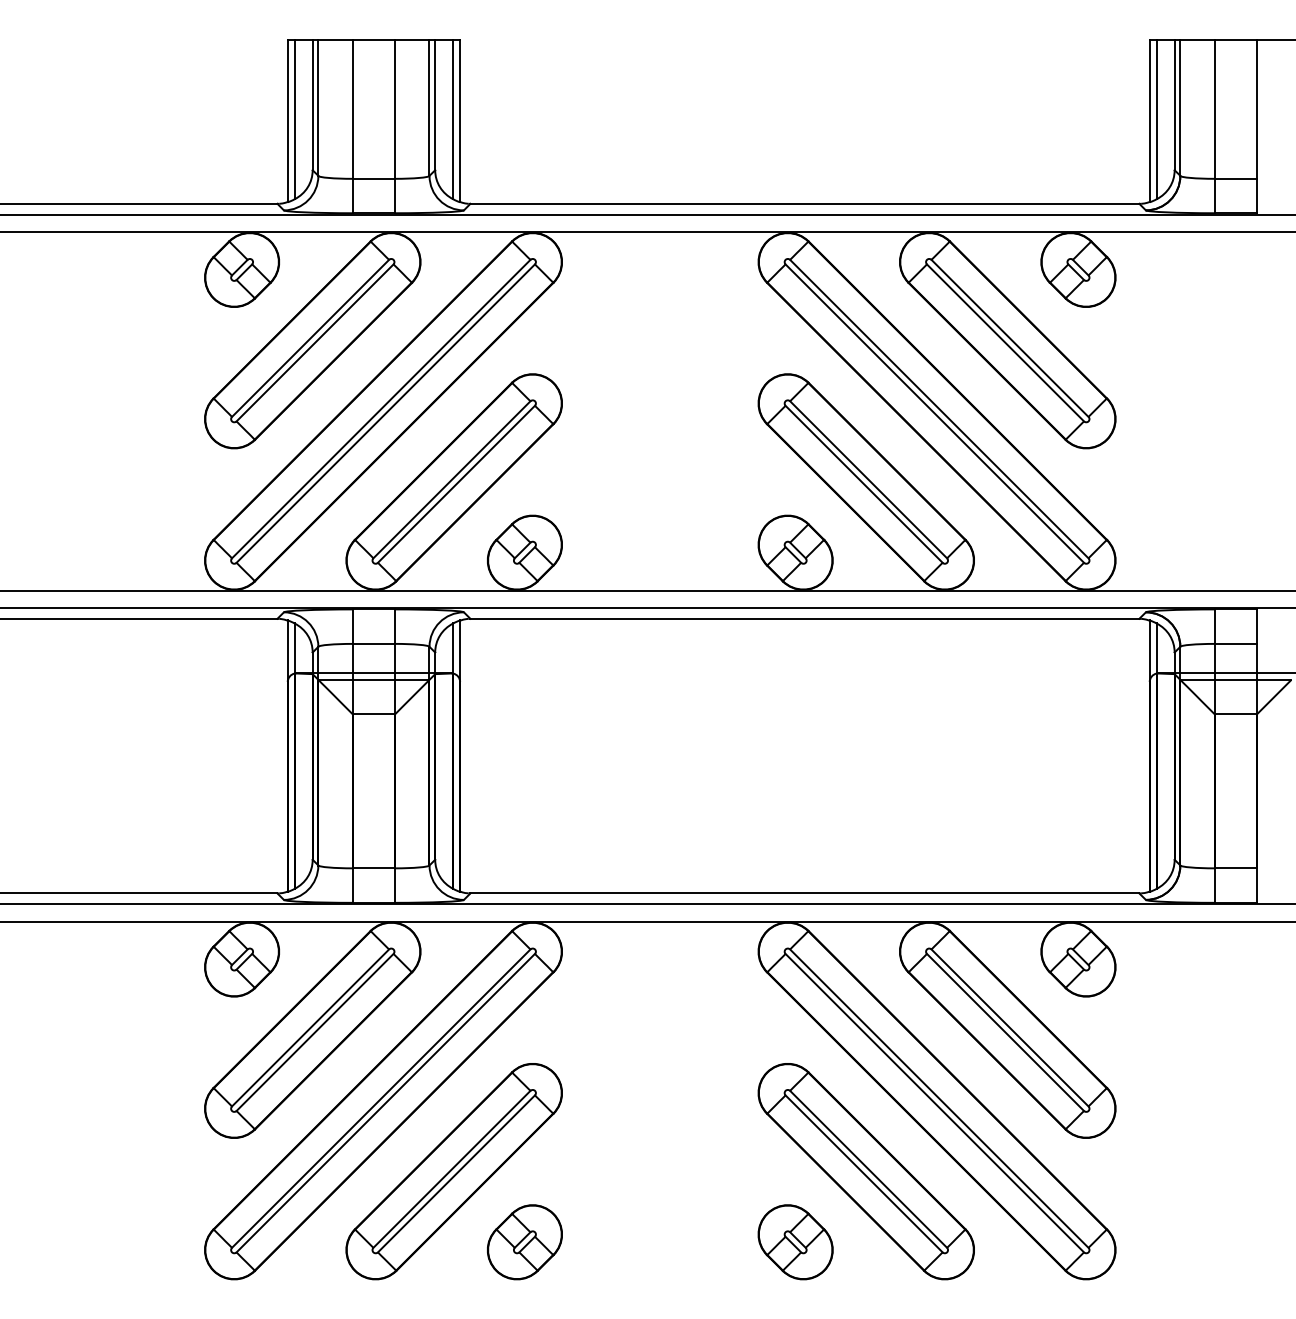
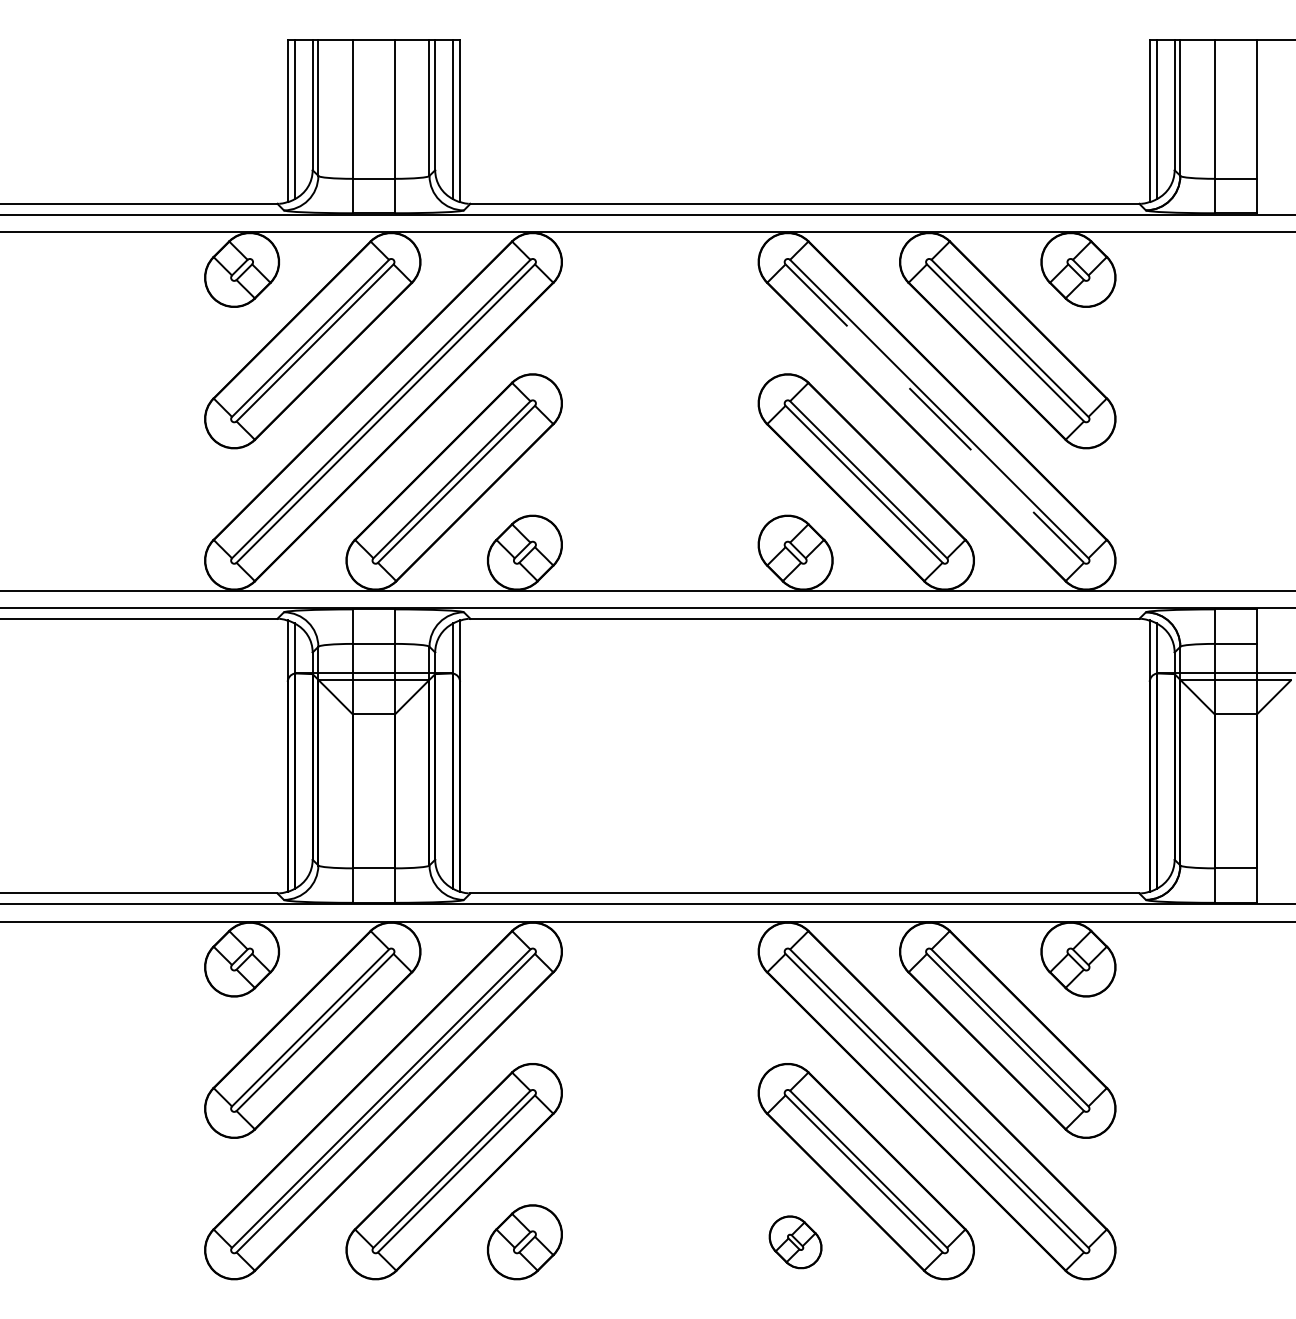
line at (934, 413): solid -> dashed
part at (795, 1242) size: 77x77 px -> 55x55 px
